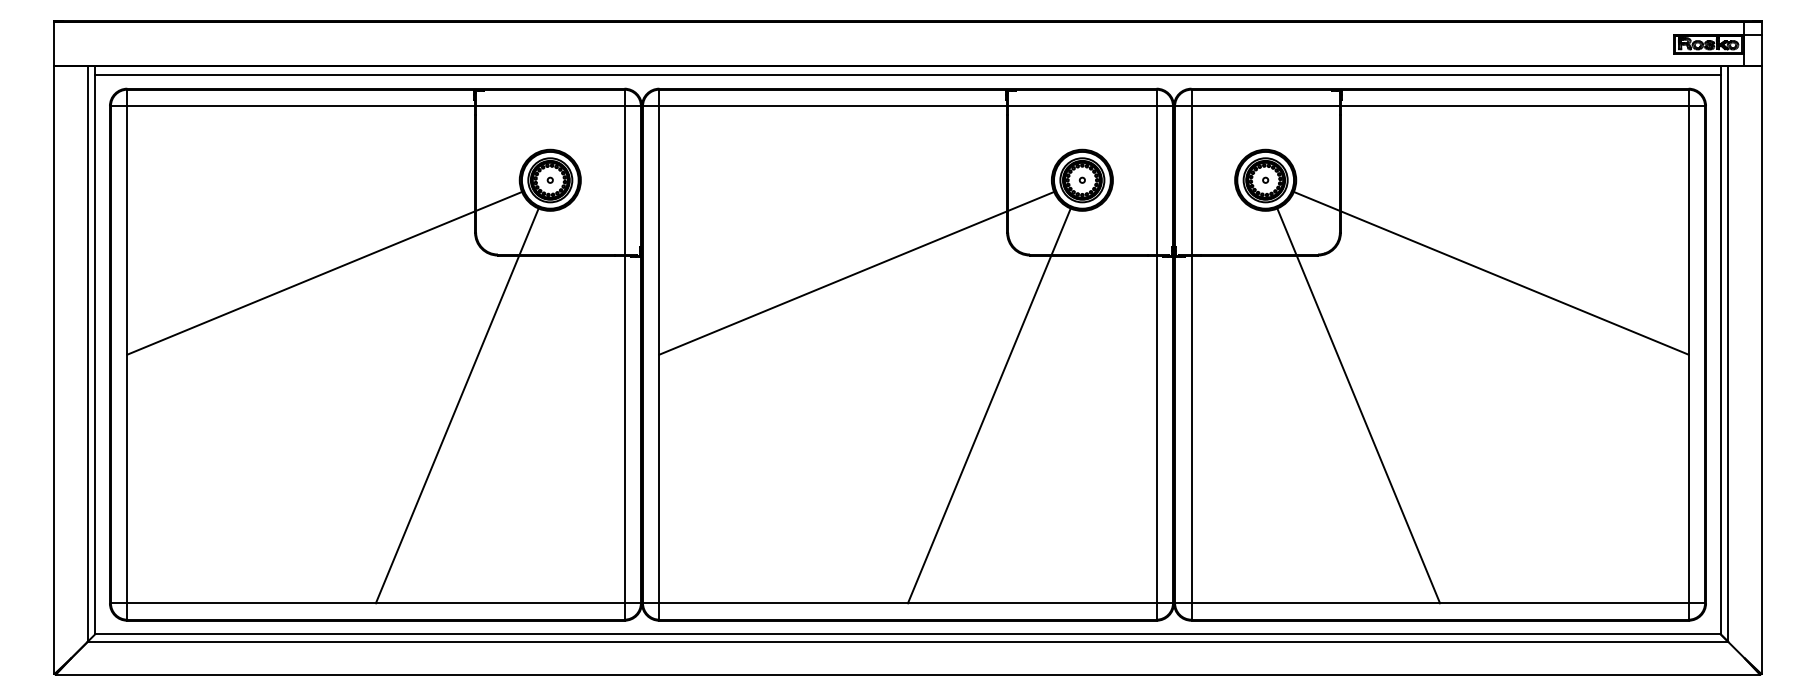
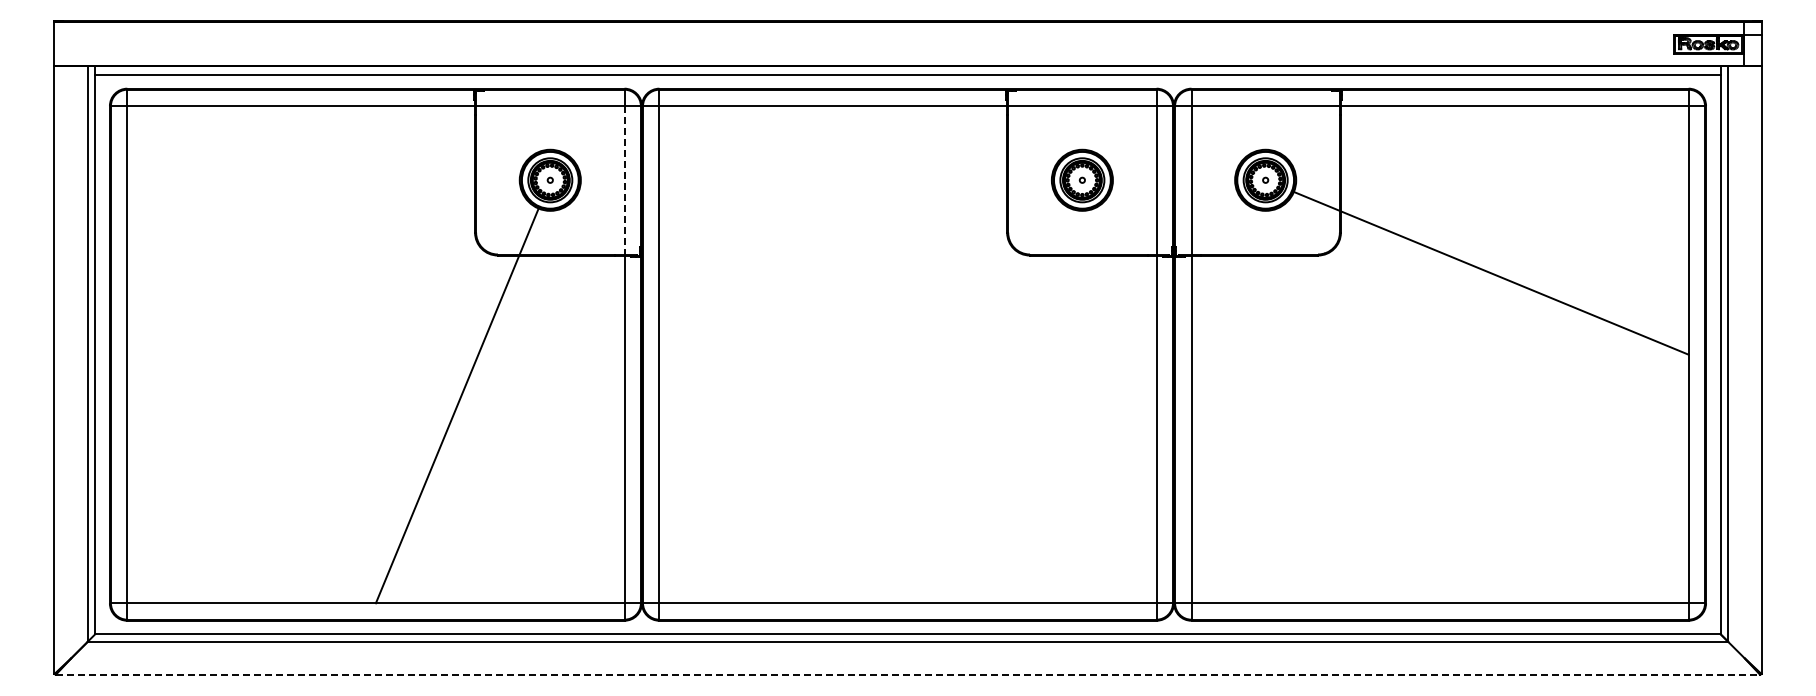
line at (624, 180): solid -> dashed
line at (324, 272): present -> none
line at (856, 272): present -> none
line at (988, 405): present -> none
line at (1358, 405): present -> none
line at (908, 675): solid -> dashed
